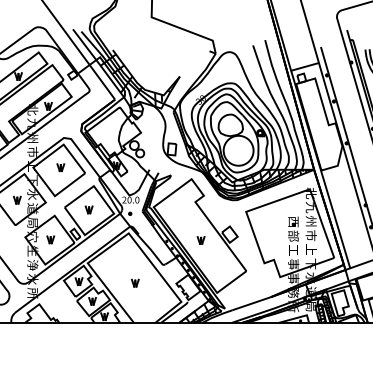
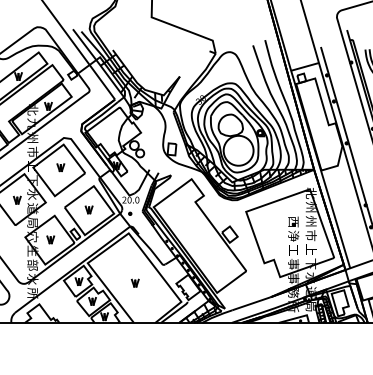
text at (310, 207): 九 -> 州
text at (293, 235): 部 -> 浄
part at (200, 240): present -> none
text at (32, 264): 浄 -> 部
